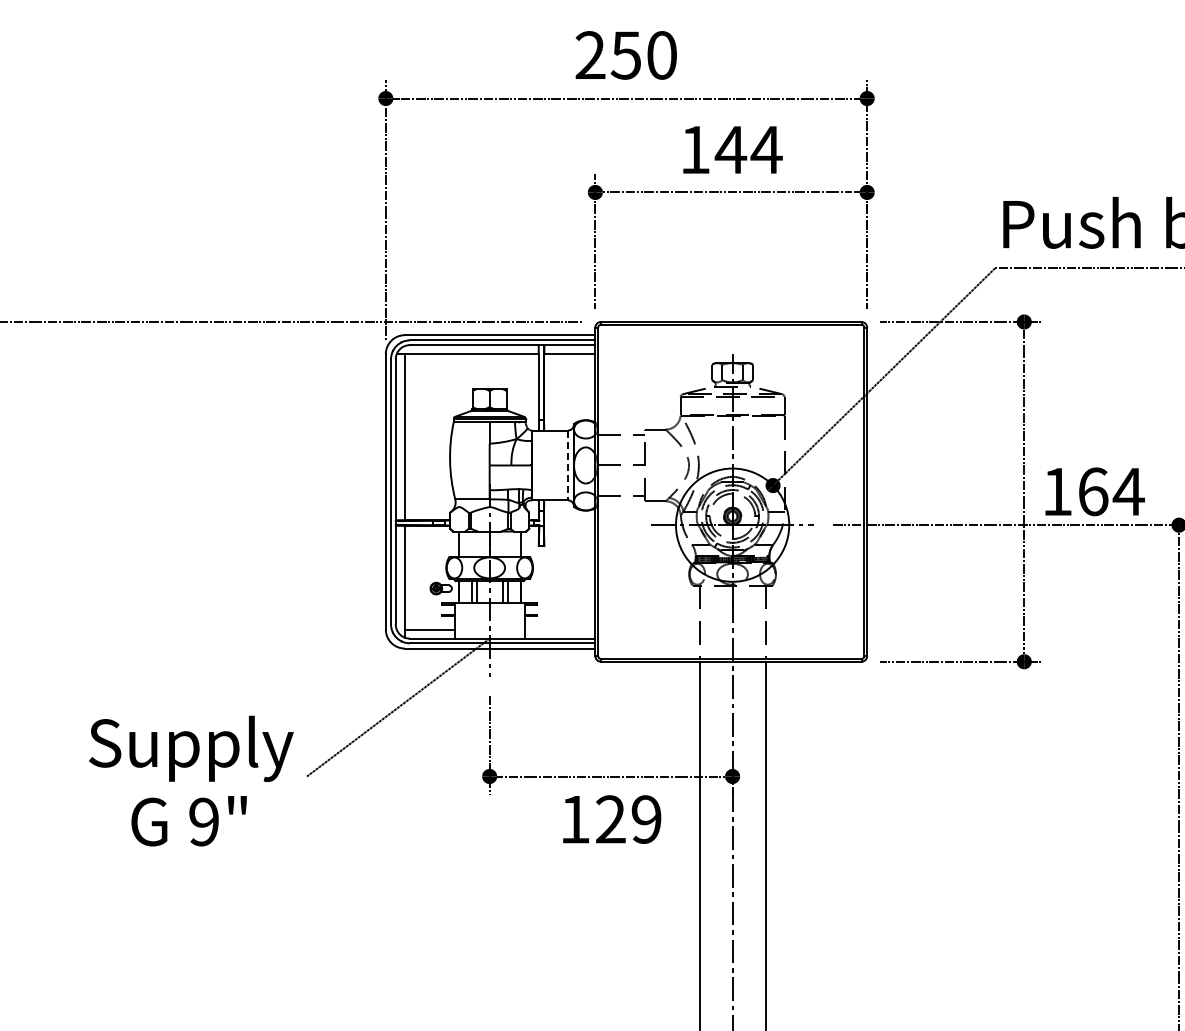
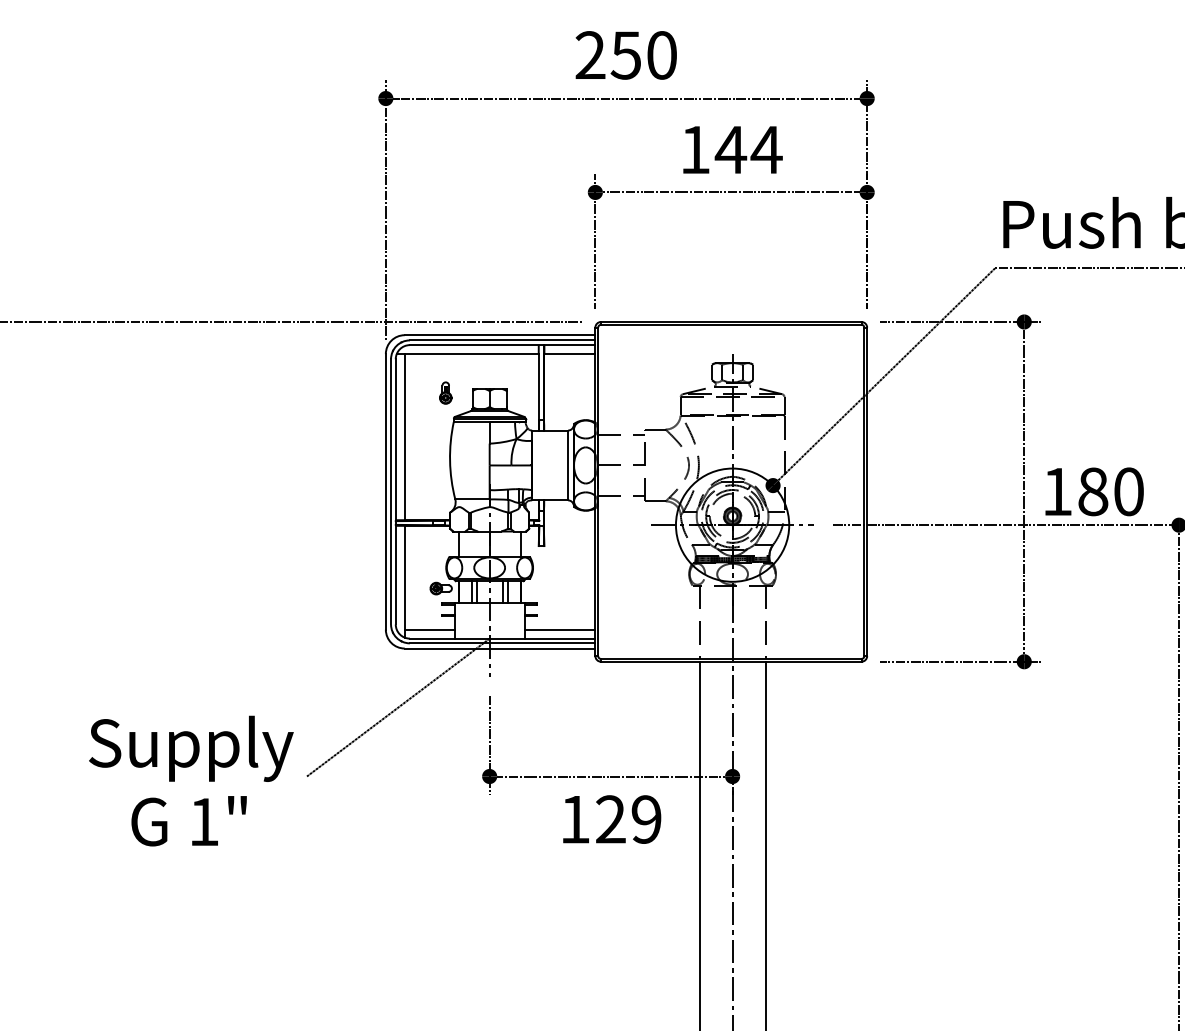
part at (445, 392): none -> present
line at (568, 465): dashed -> solid
text at (1111, 491): 164 -> 180
line at (559, 629): none -> present
text at (203, 821): 9" -> 1"
